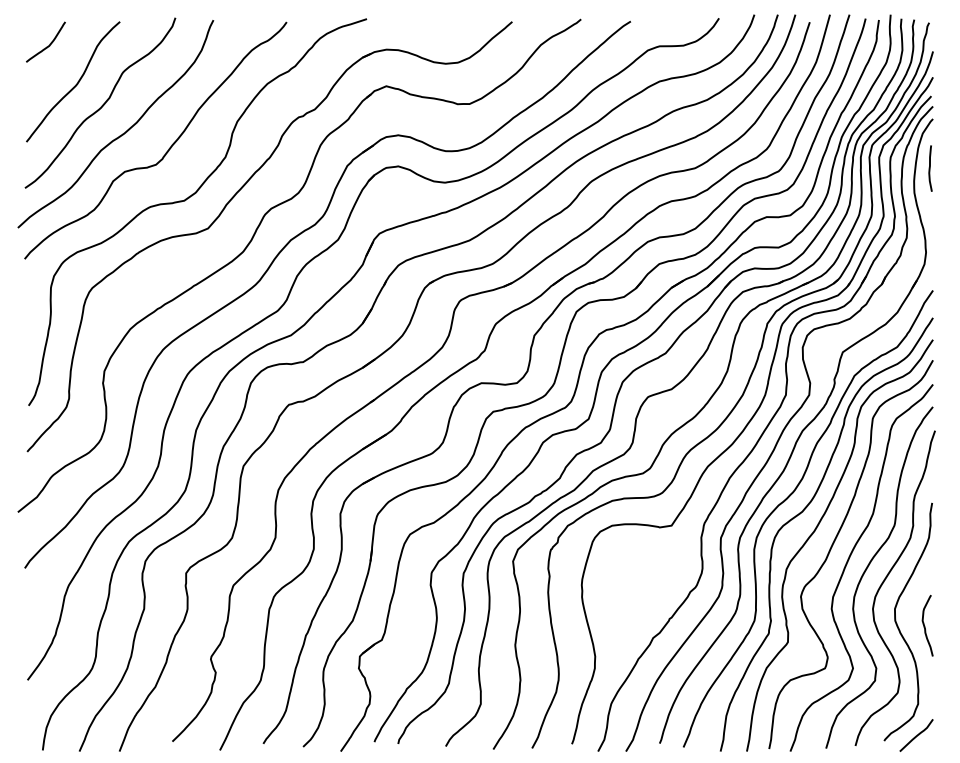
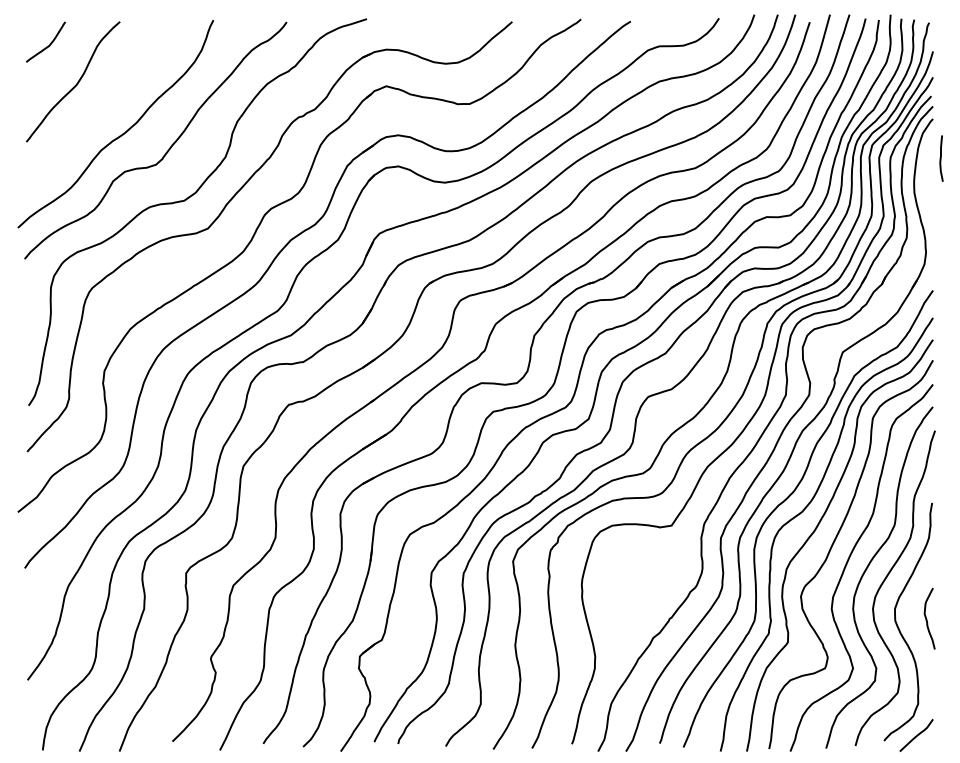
curve at (102, 104): present -> none
curve at (930, 168) position: (930, 168) -> (941, 158)
curve at (925, 626) position: (925, 626) -> (927, 619)
